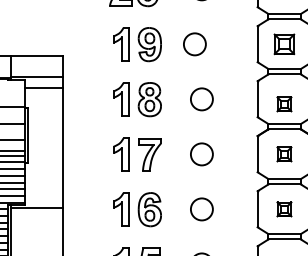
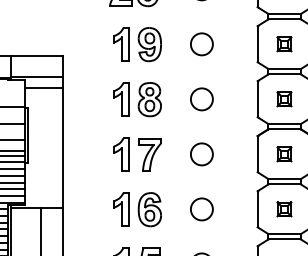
circle at (194, 44) position: (194, 44) -> (201, 44)
part at (284, 44) size: 23x23 px -> 17x17 px
part at (284, 104) position: (284, 104) -> (284, 99)
line at (41, 230): none -> present
